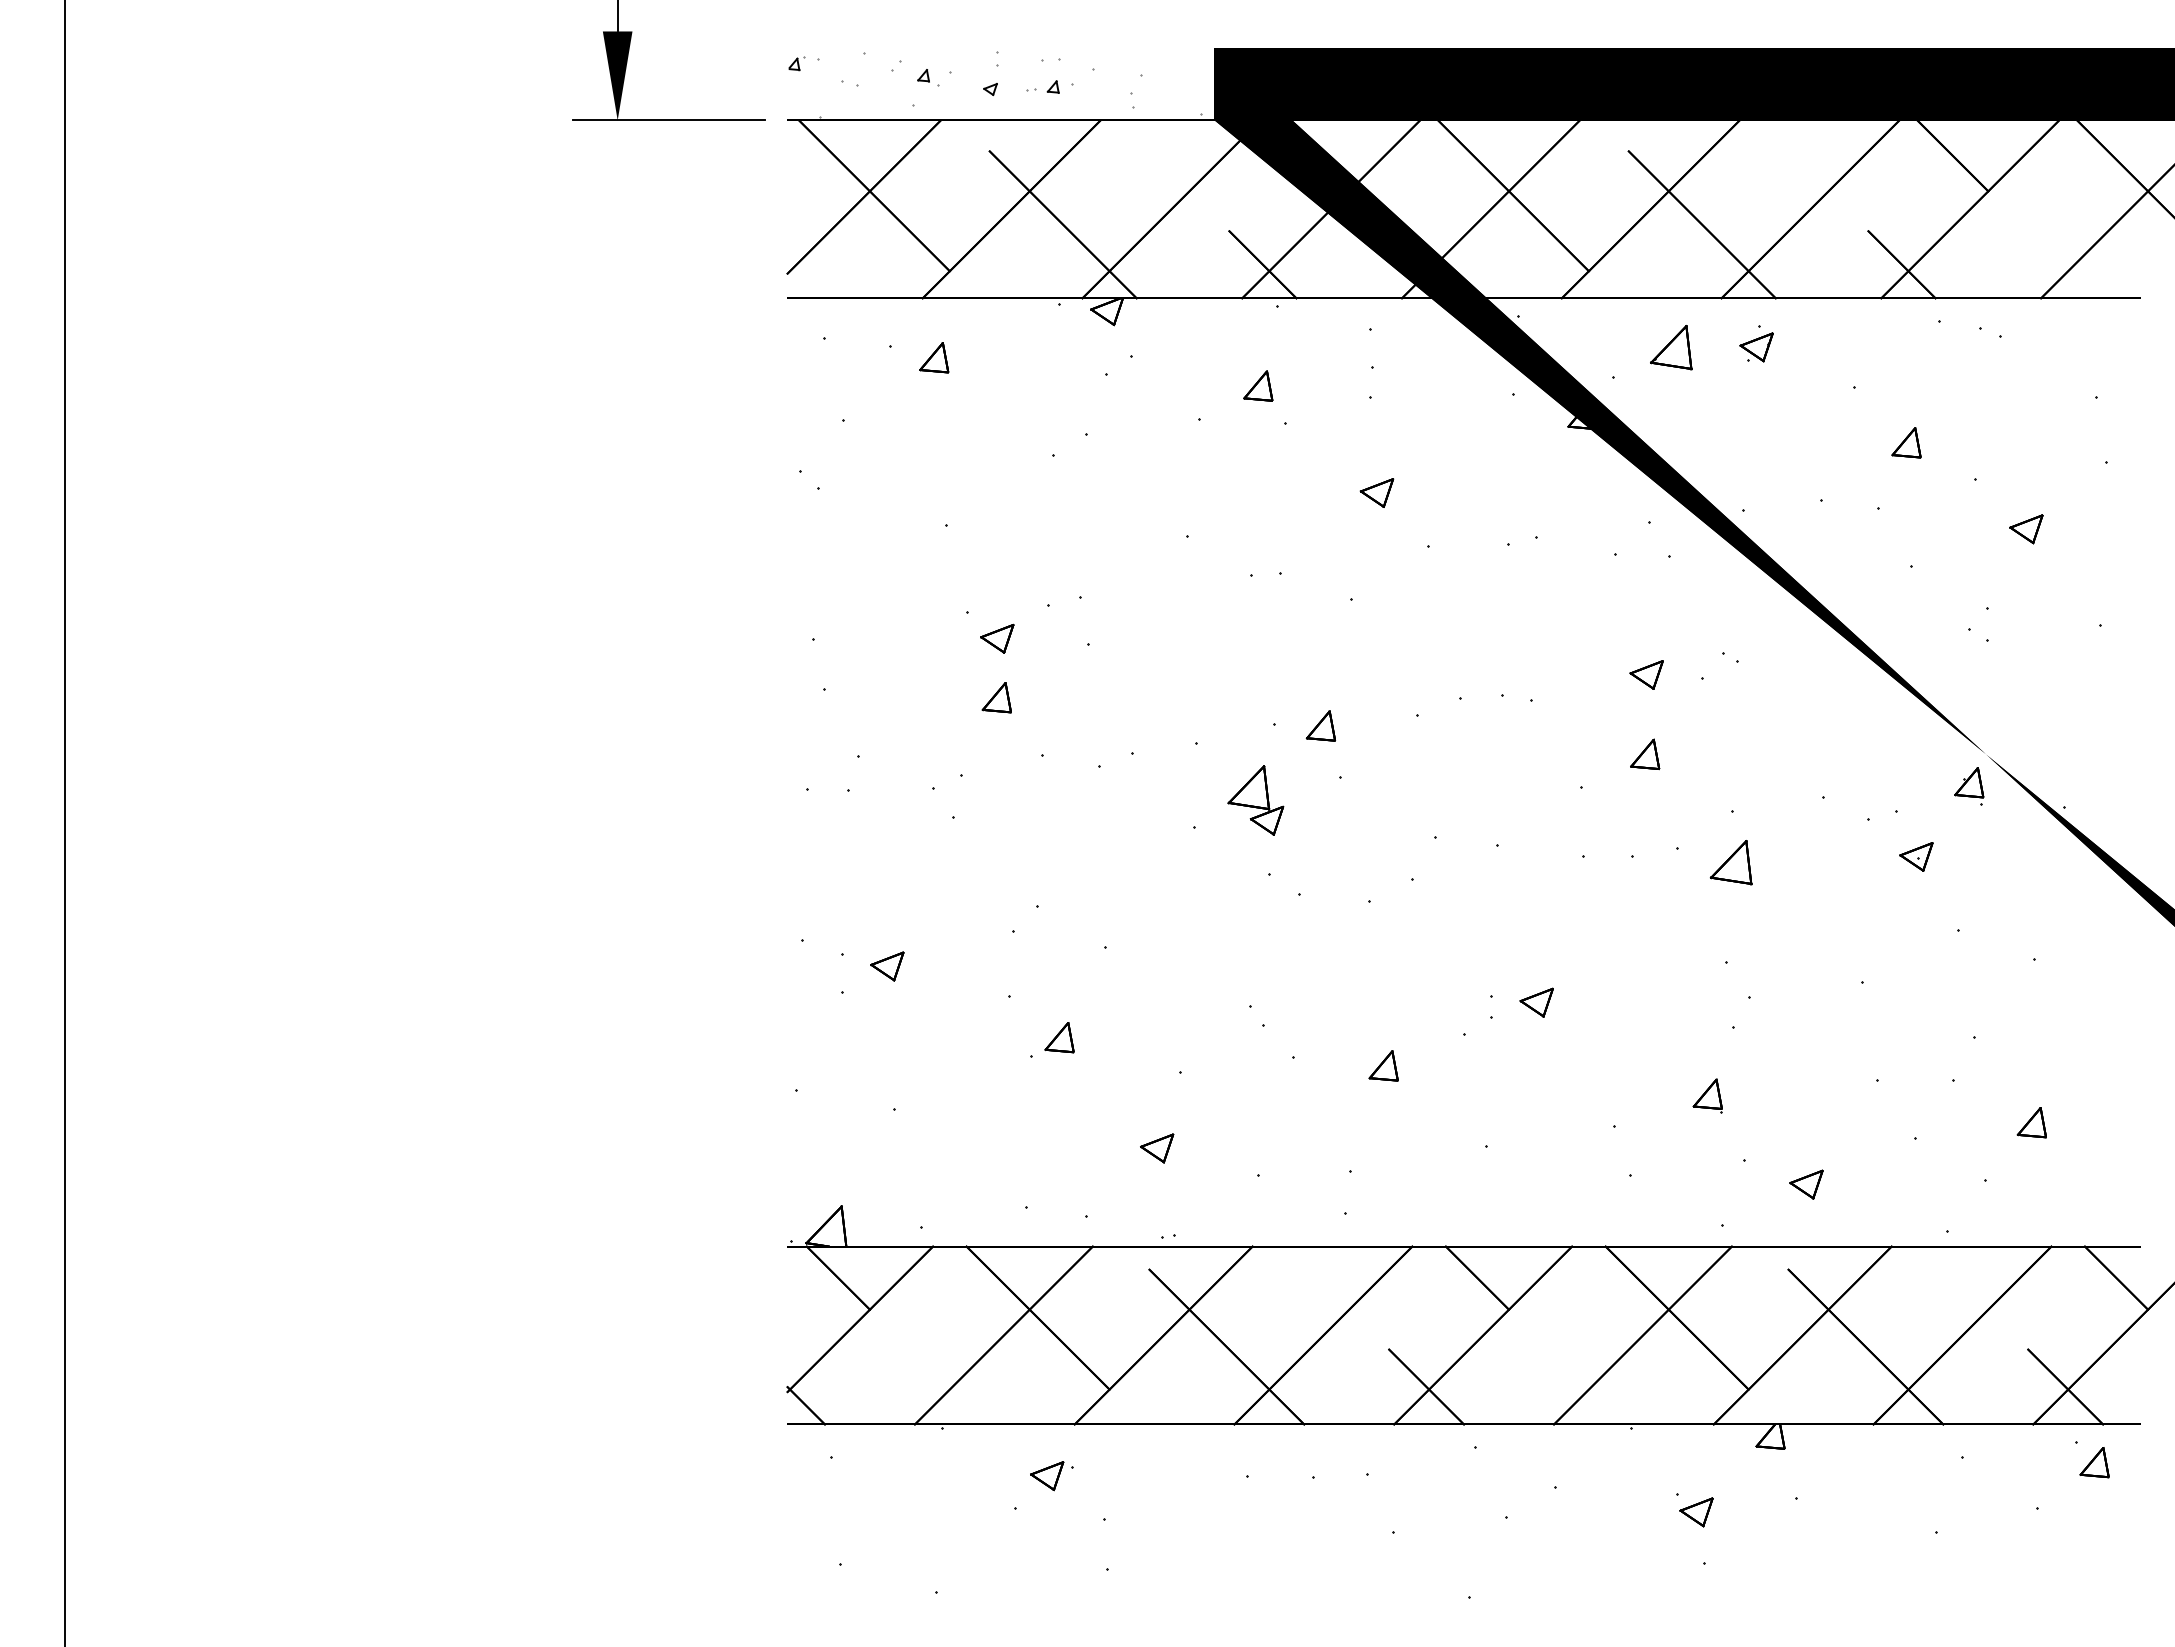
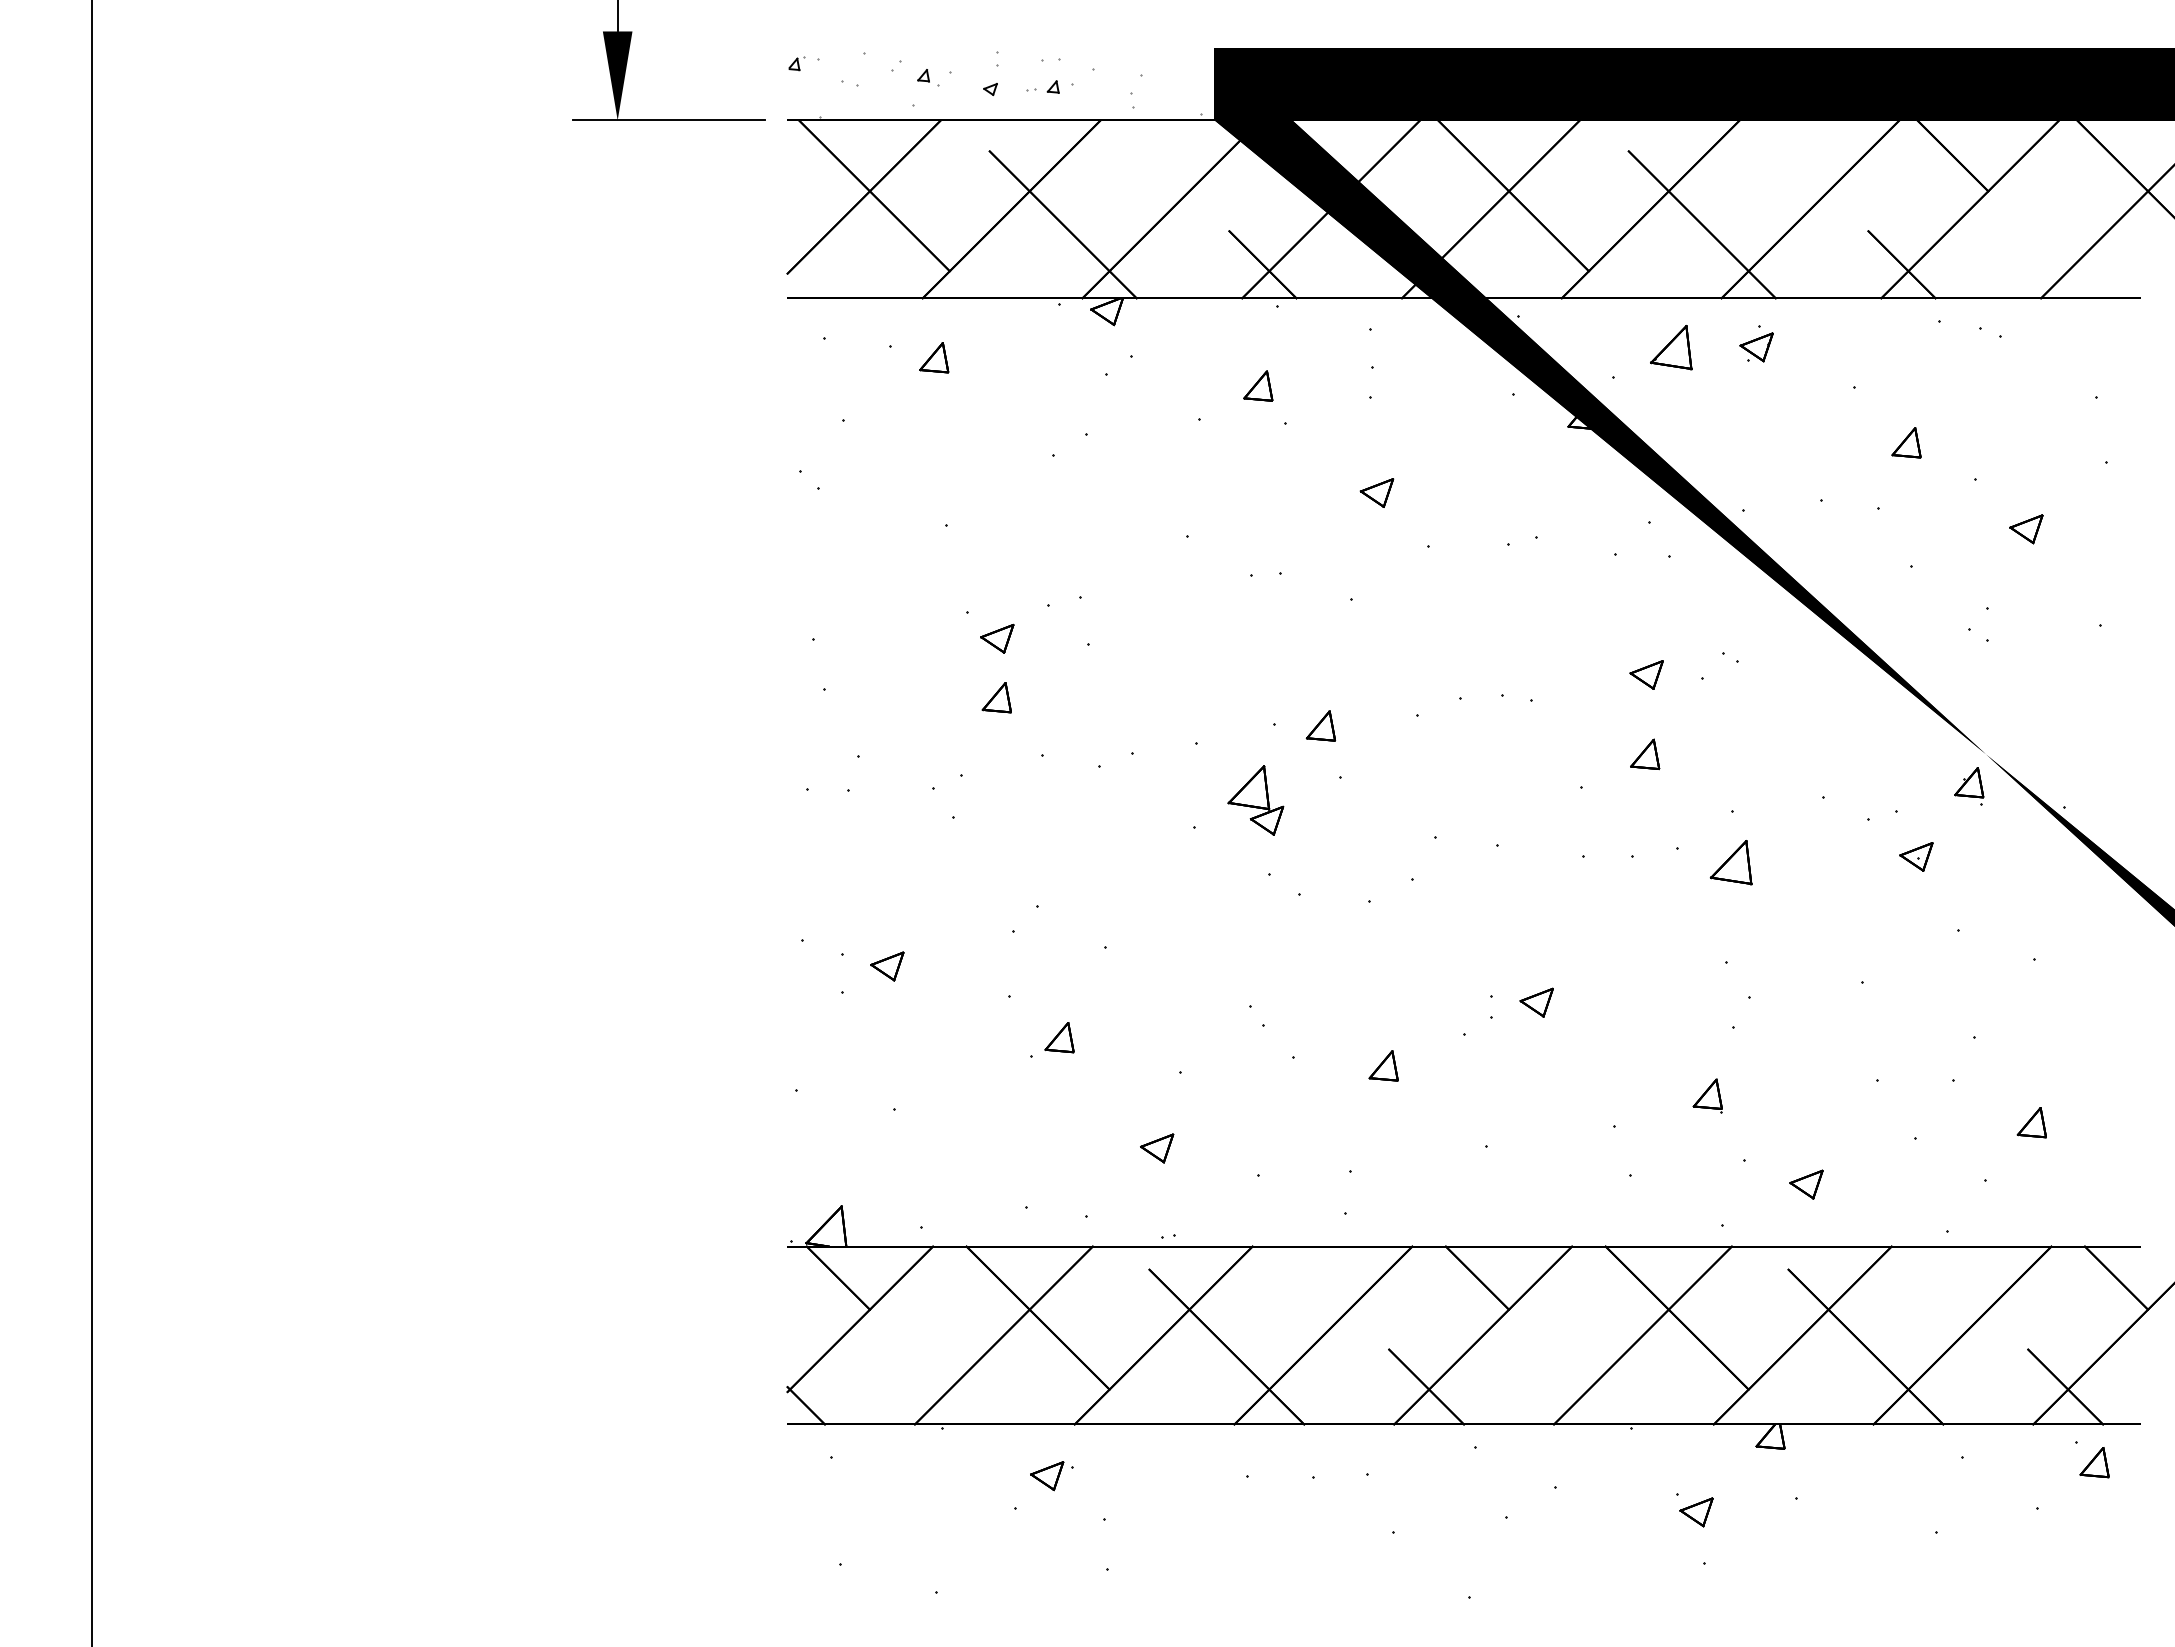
line at (65, 822) position: (65, 822) -> (92, 822)
